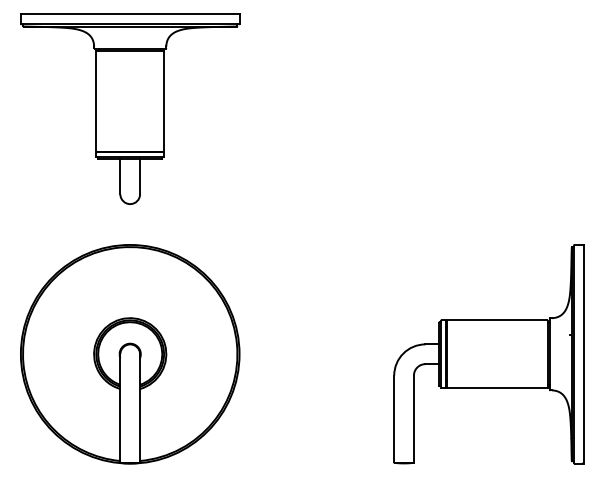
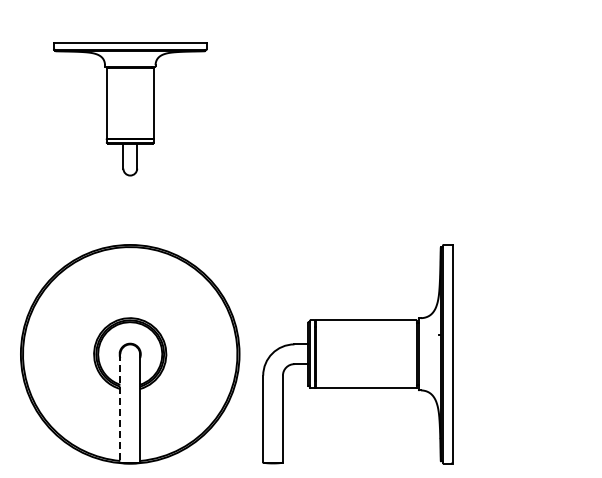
part at (130, 108) size: 221x192 px -> 155x135 px
part at (488, 354) position: (488, 354) -> (357, 354)
line at (120, 408): solid -> dashed
